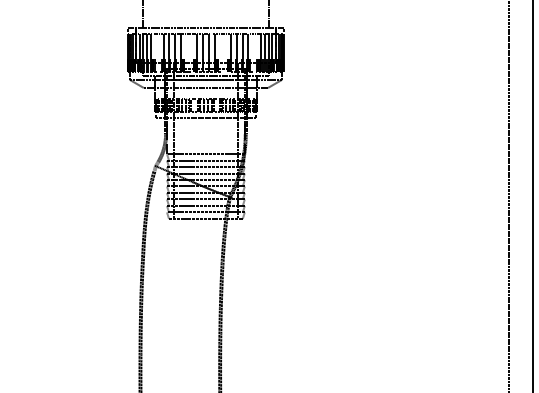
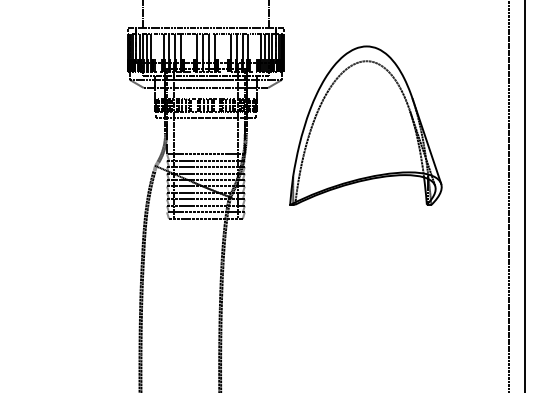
part at (365, 125): none -> present
line at (532, 195) position: (532, 195) -> (524, 195)
